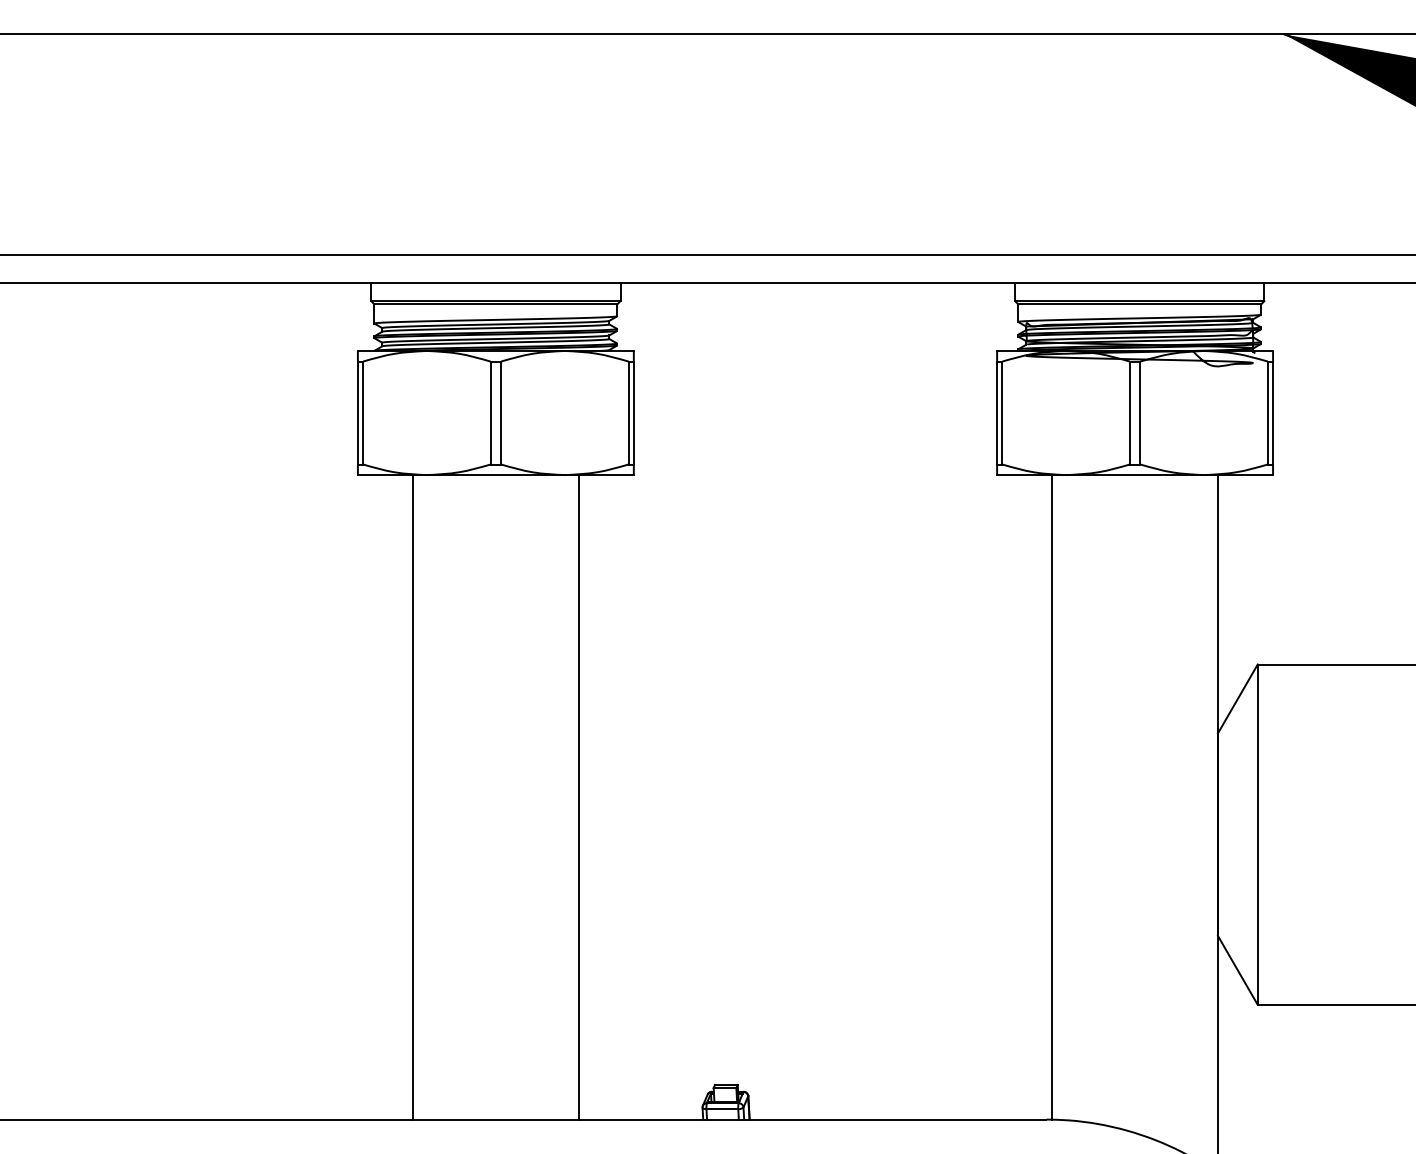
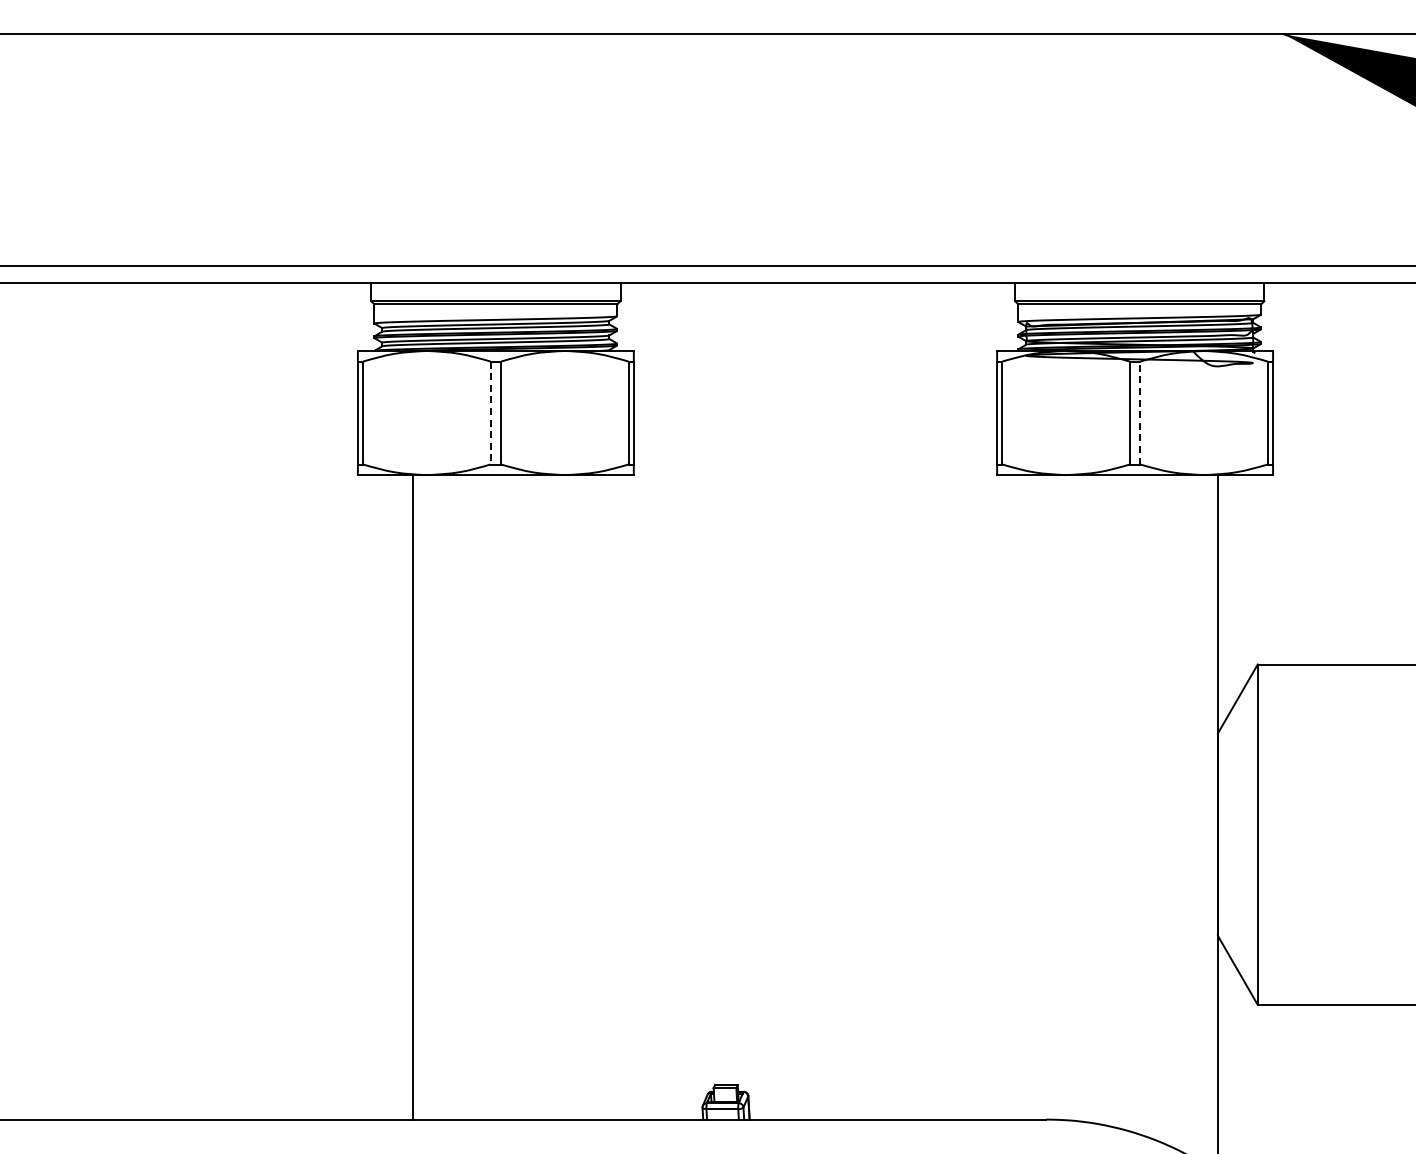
line at (707, 255) position: (707, 255) -> (707, 266)
line at (1140, 412): solid -> dashed
line at (490, 413): solid -> dashed
line at (578, 797): present -> none
line at (1052, 797): present -> none
